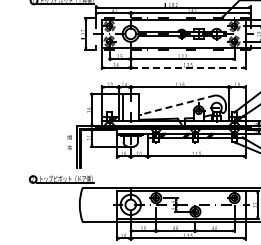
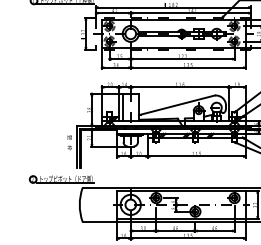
line at (188, 67): dashed -> solid
line at (177, 105): dashed -> solid
